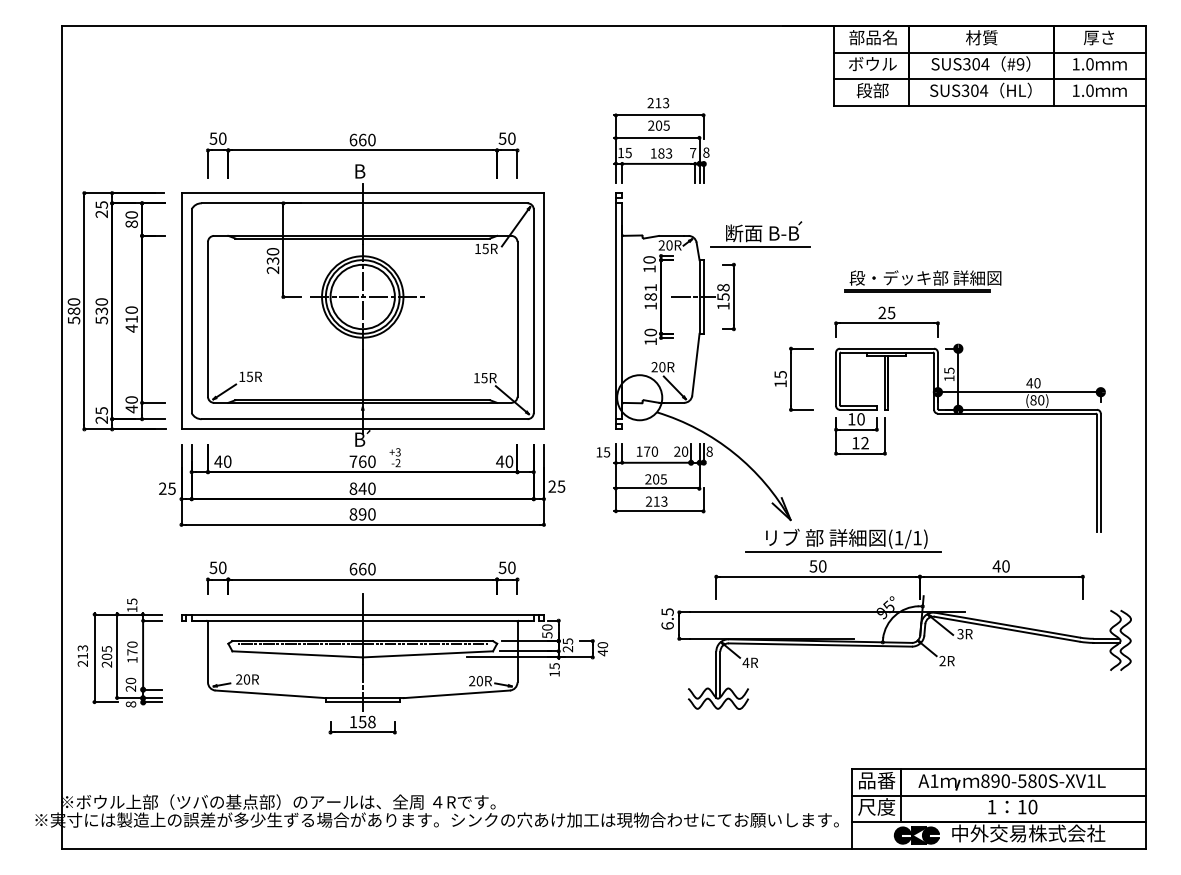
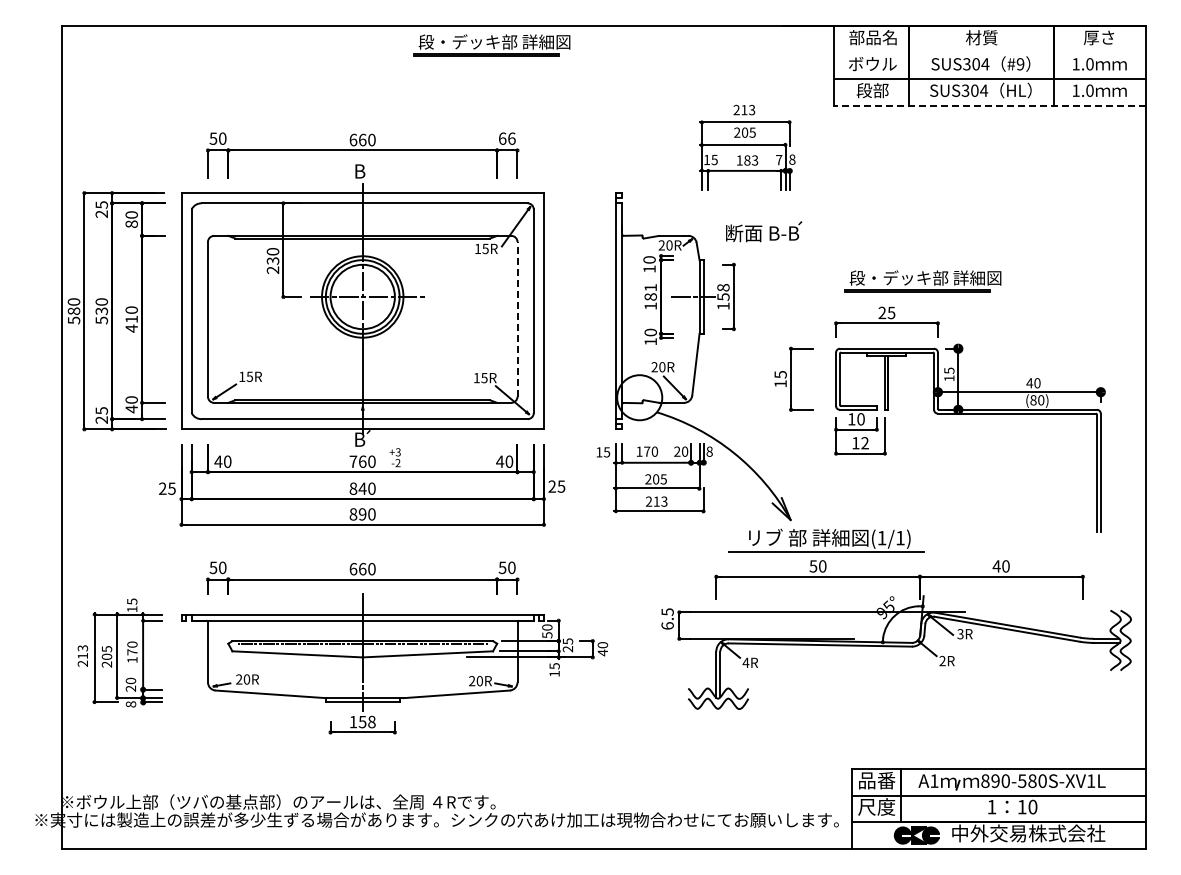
part at (491, 45): none -> present
line at (989, 52): present -> none
line at (989, 105): solid -> dashed
text at (506, 138): 50 -> 66
part at (661, 140) position: (661, 140) -> (747, 147)
line at (759, 246): present -> none
line at (517, 318): solid -> dashed
part at (843, 540) position: (843, 540) -> (826, 540)
